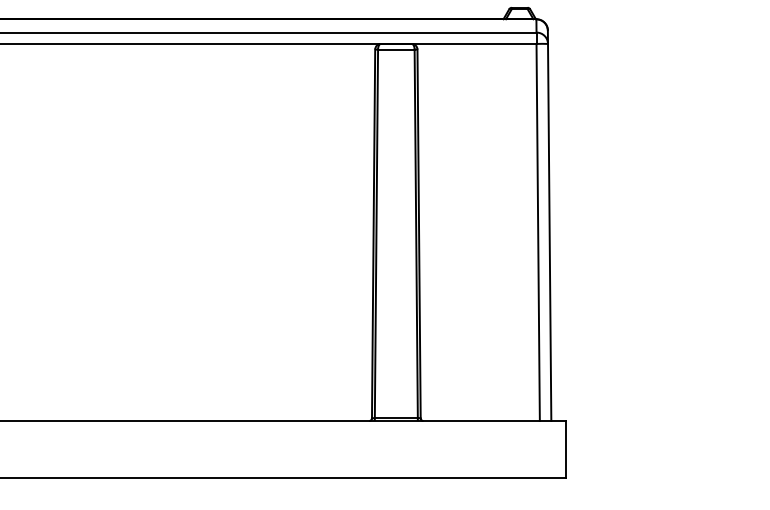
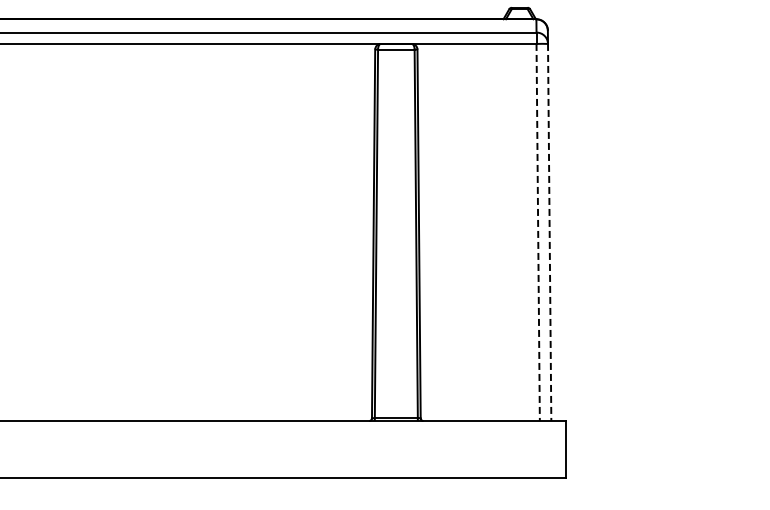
line at (538, 232): solid -> dashed
line at (549, 232): solid -> dashed
